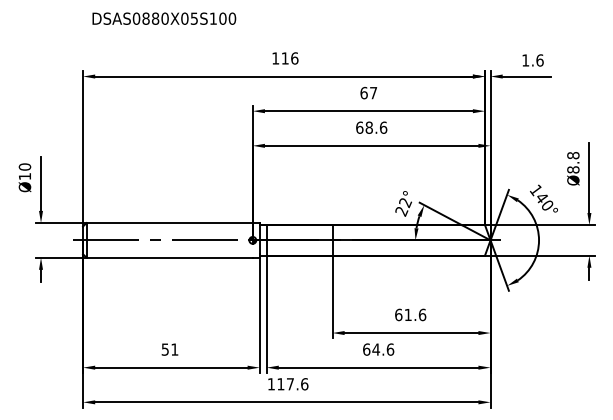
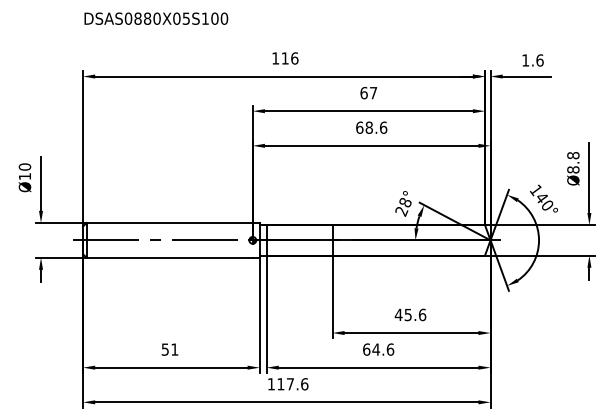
text at (164, 18) position: (164, 18) -> (156, 18)
text at (405, 203): 22° -> 28°
text at (402, 314): 61.6 -> 45.6
